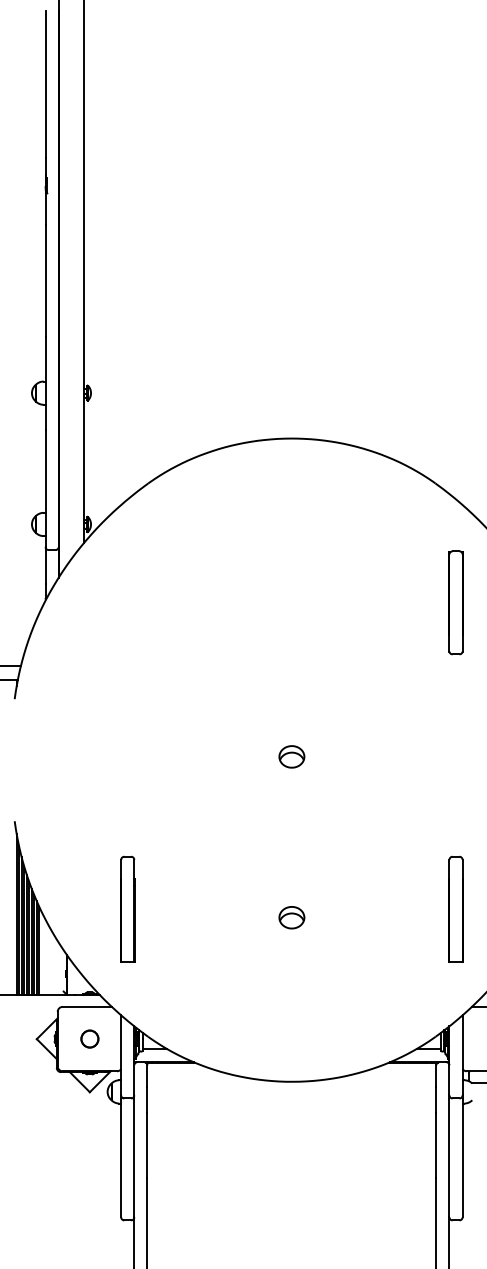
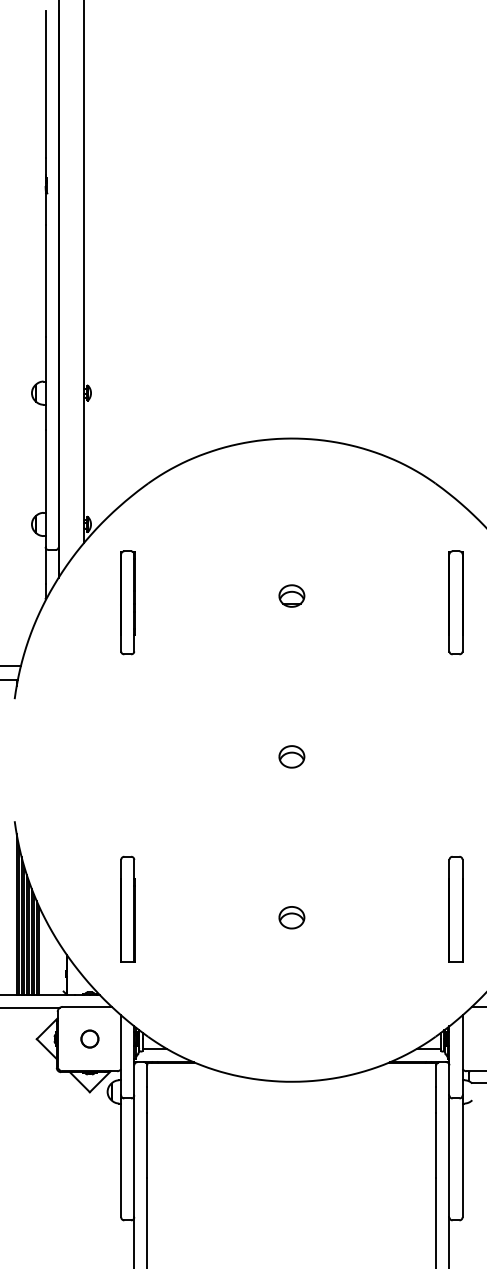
part at (291, 595): none -> present
part at (127, 602): none -> present
line at (30, 1007): none -> present
